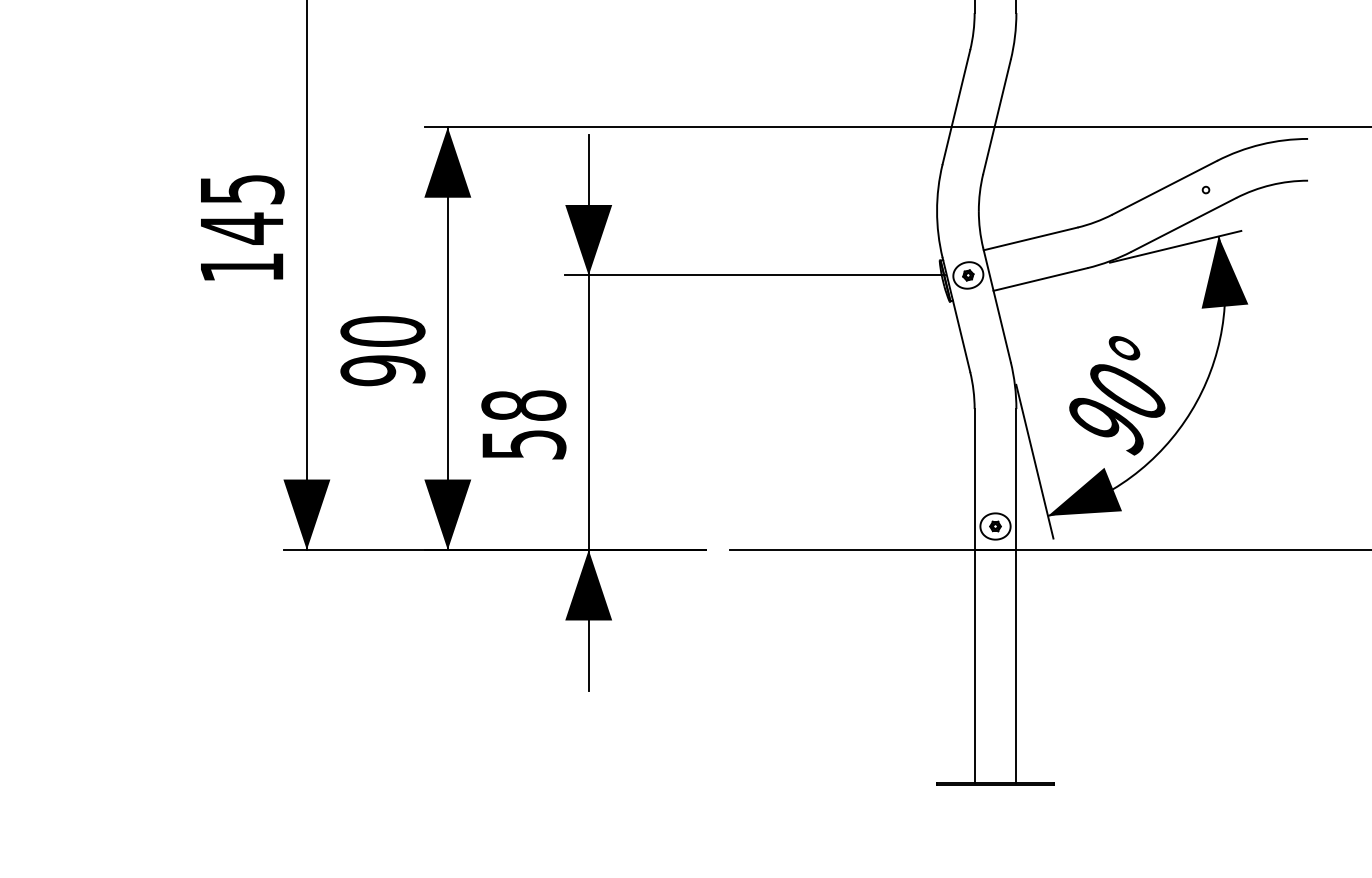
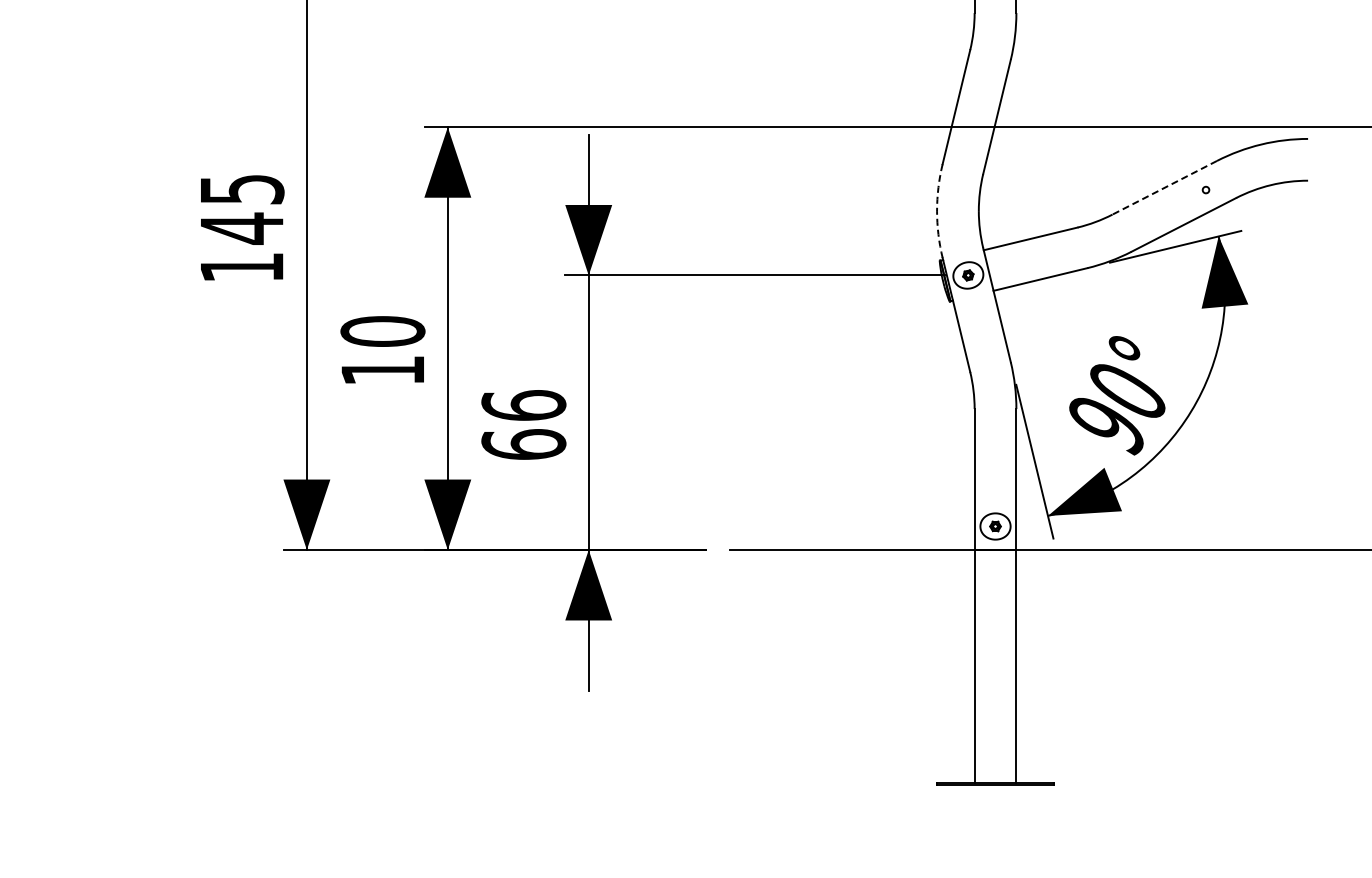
line at (1164, 187): solid -> dashed
arc at (937, 211): solid -> dashed
text at (382, 370): 90 -> 10
text at (523, 424): 58 -> 66
